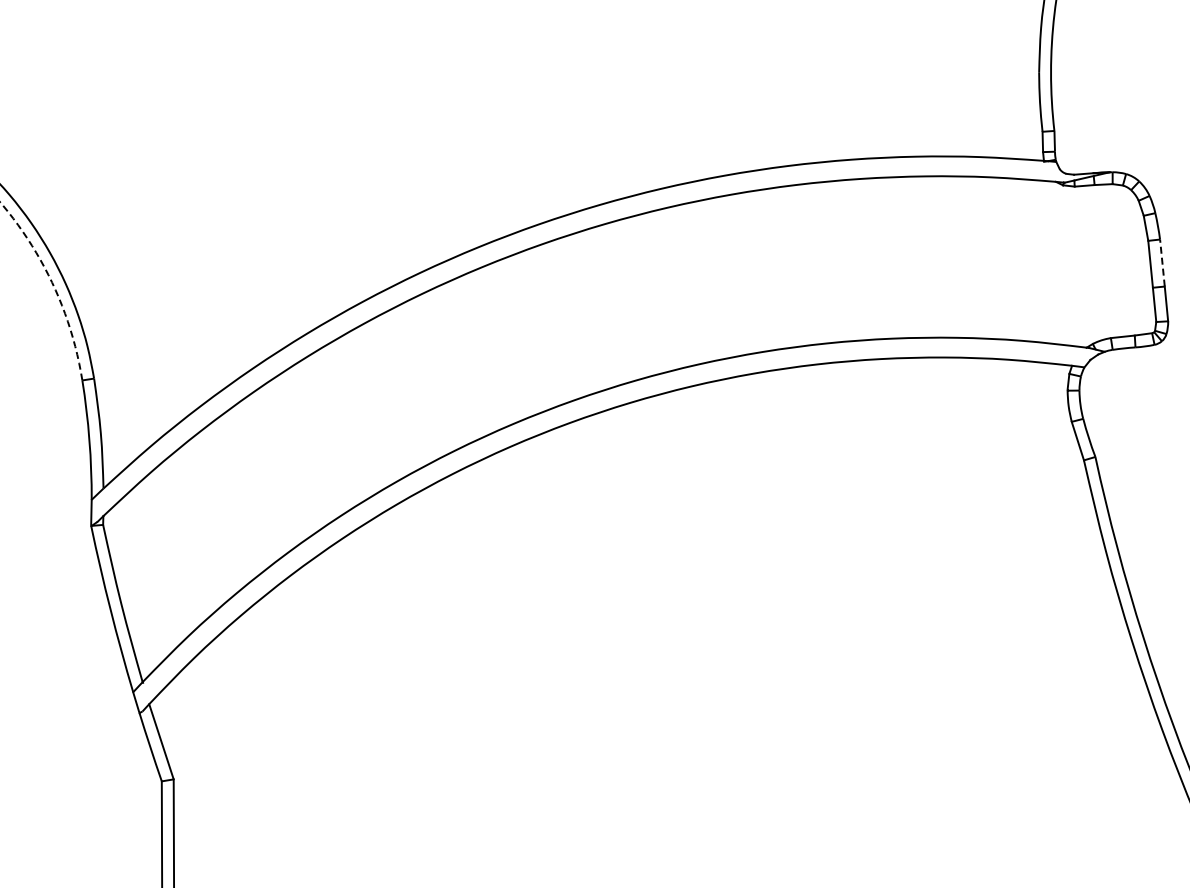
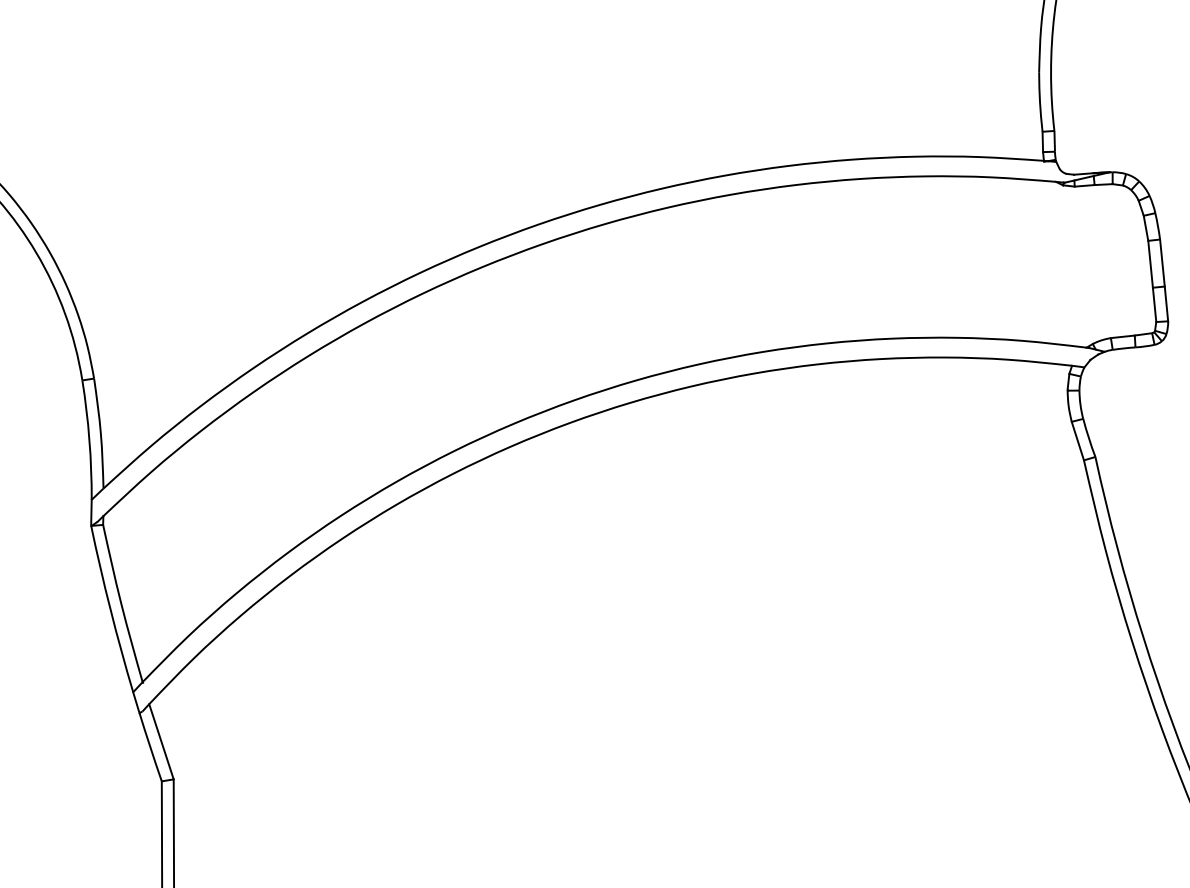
line at (1162, 263): dashed -> solid
arc at (53, 285): dashed -> solid
